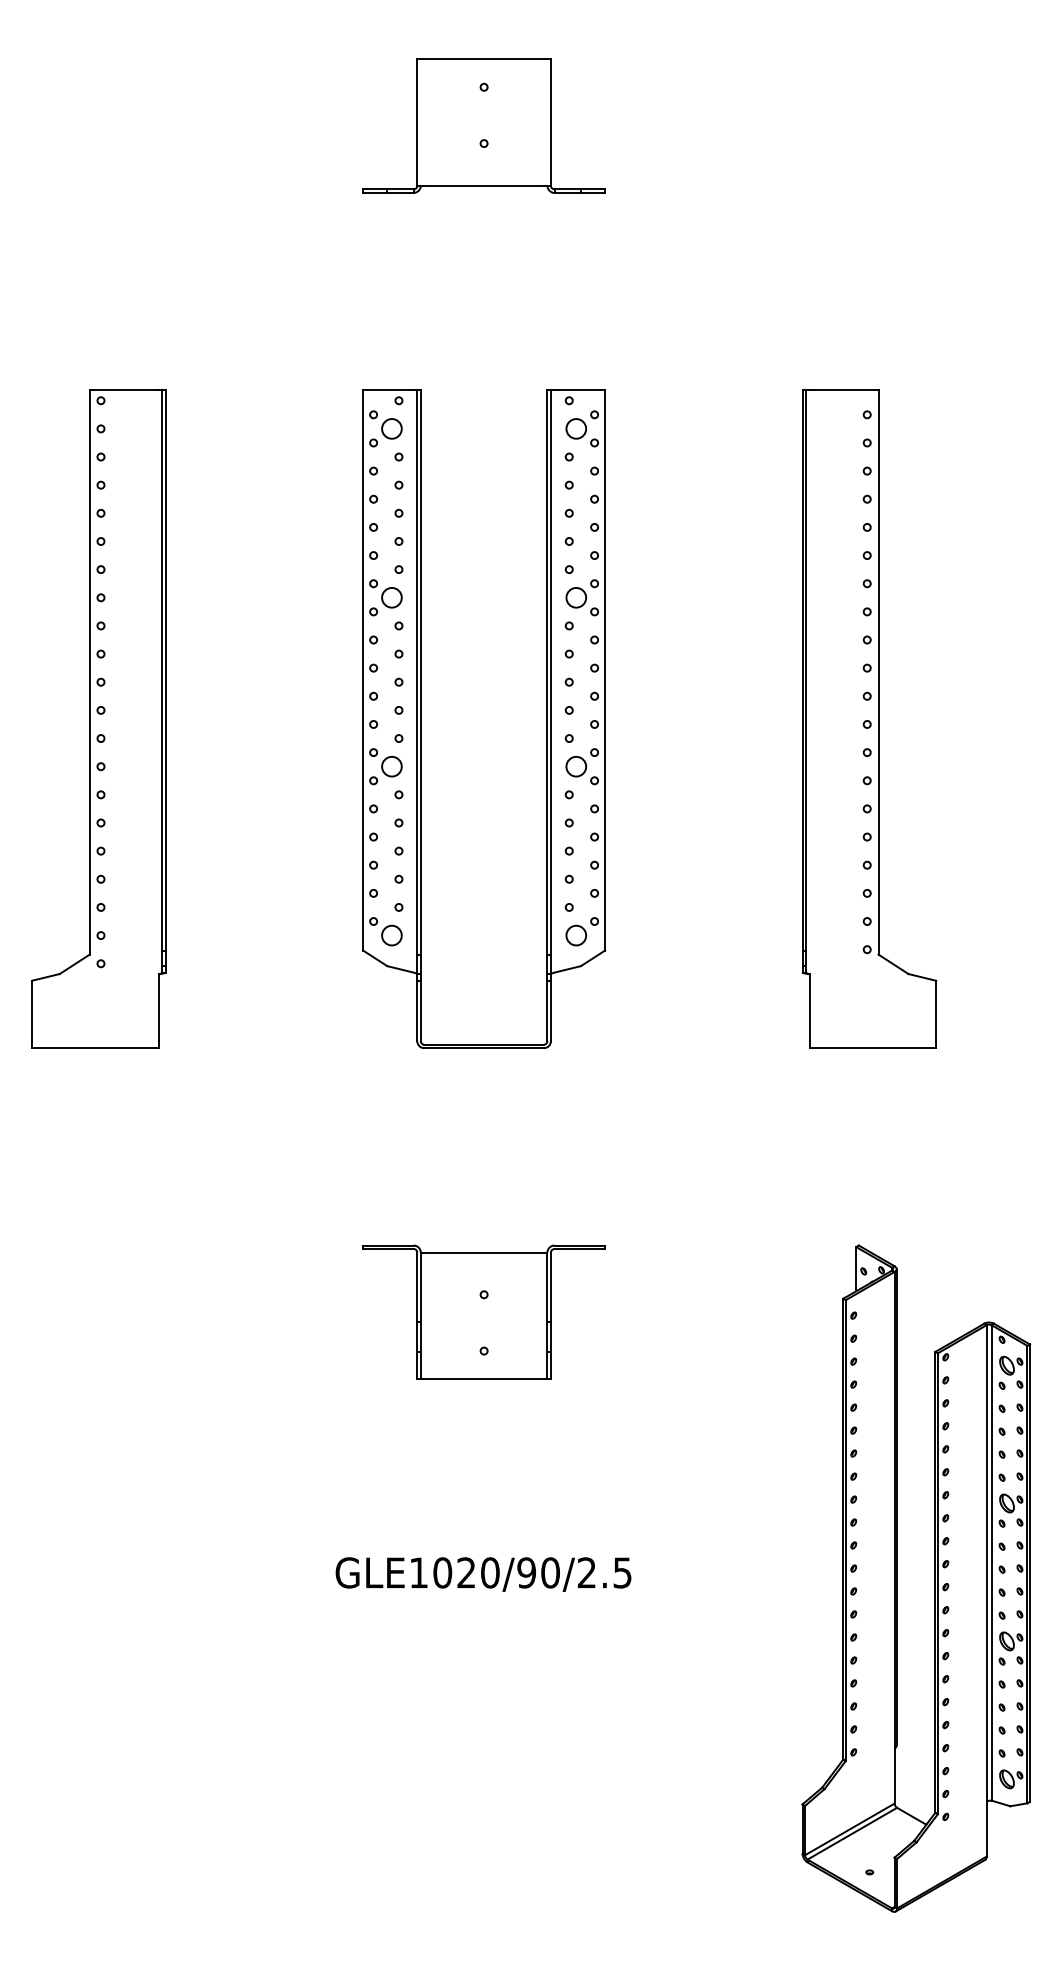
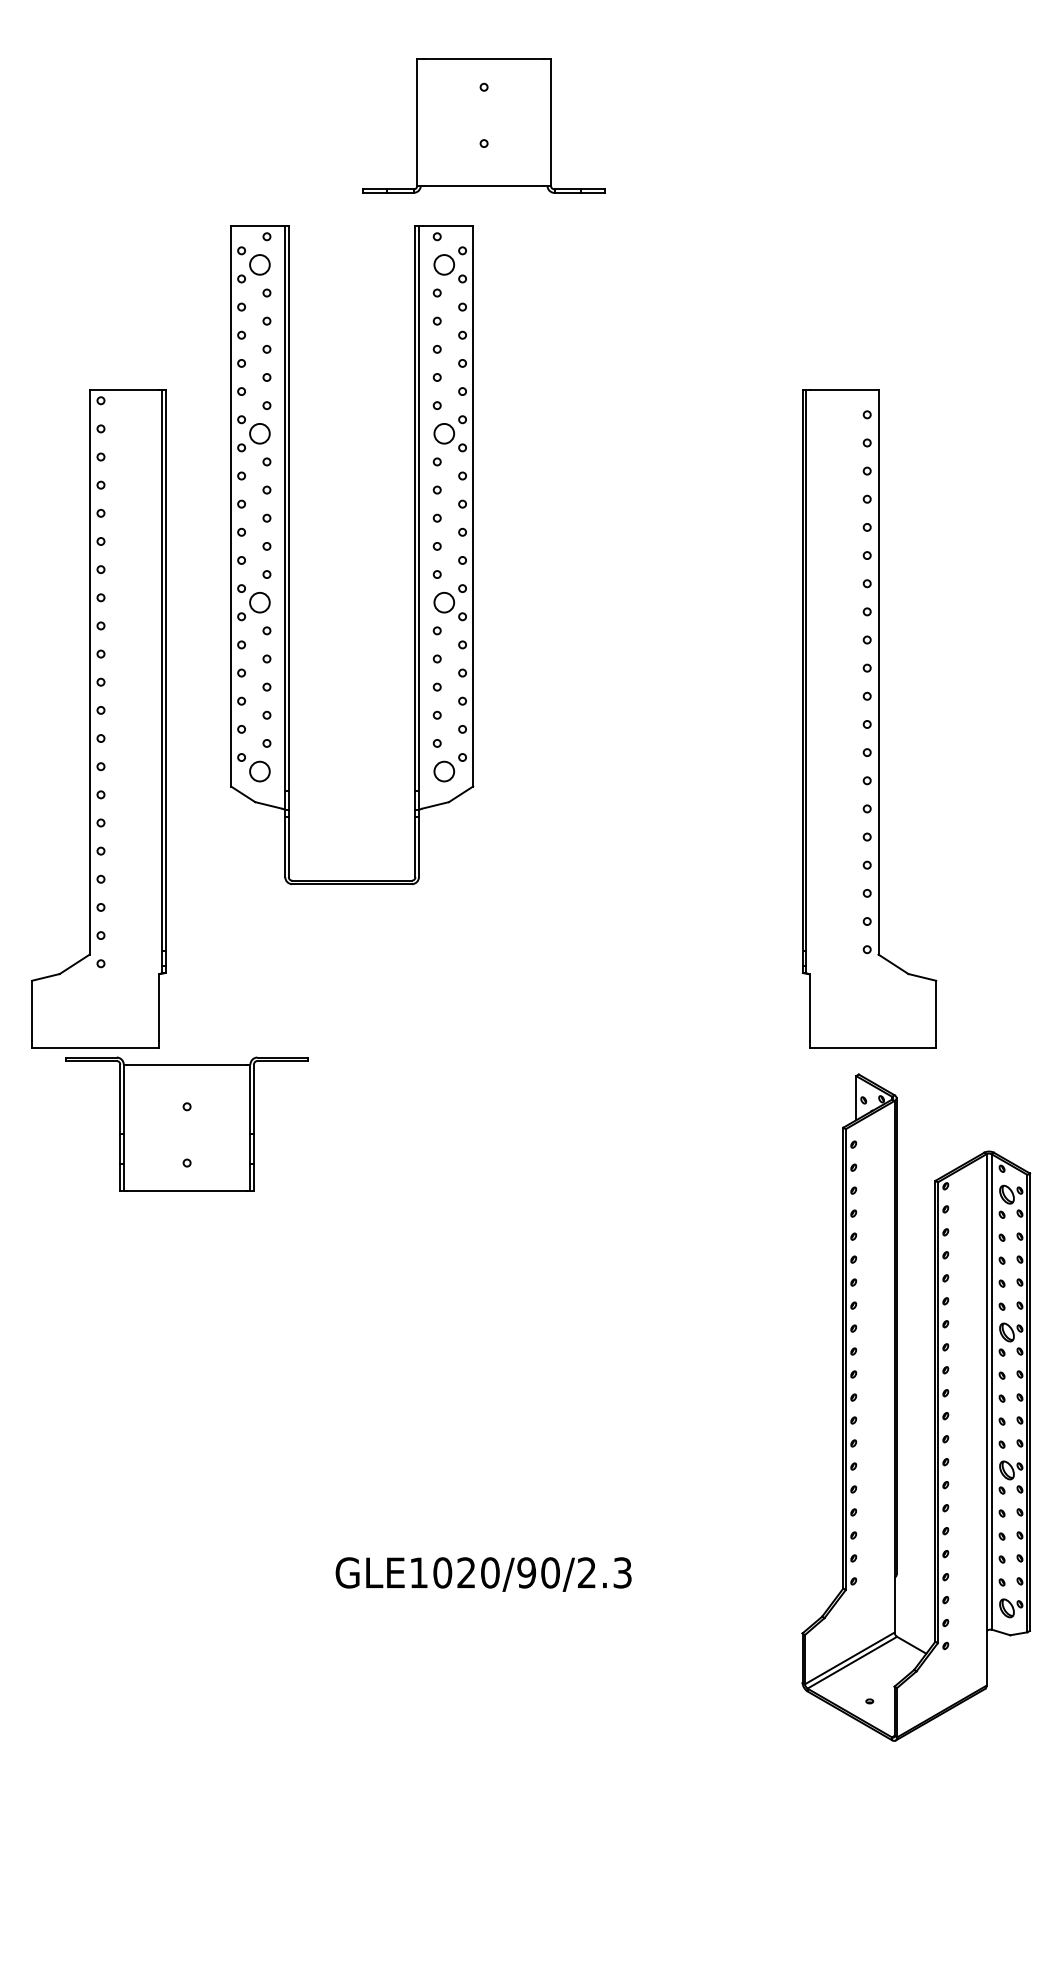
part at (546, 719) position: (546, 719) -> (414, 555)
part at (483, 1311) position: (483, 1311) -> (186, 1123)
text at (622, 1572): GLE1020/90/2.5 -> GLE1020/90/2.3
part at (934, 1578) position: (934, 1578) -> (934, 1407)
